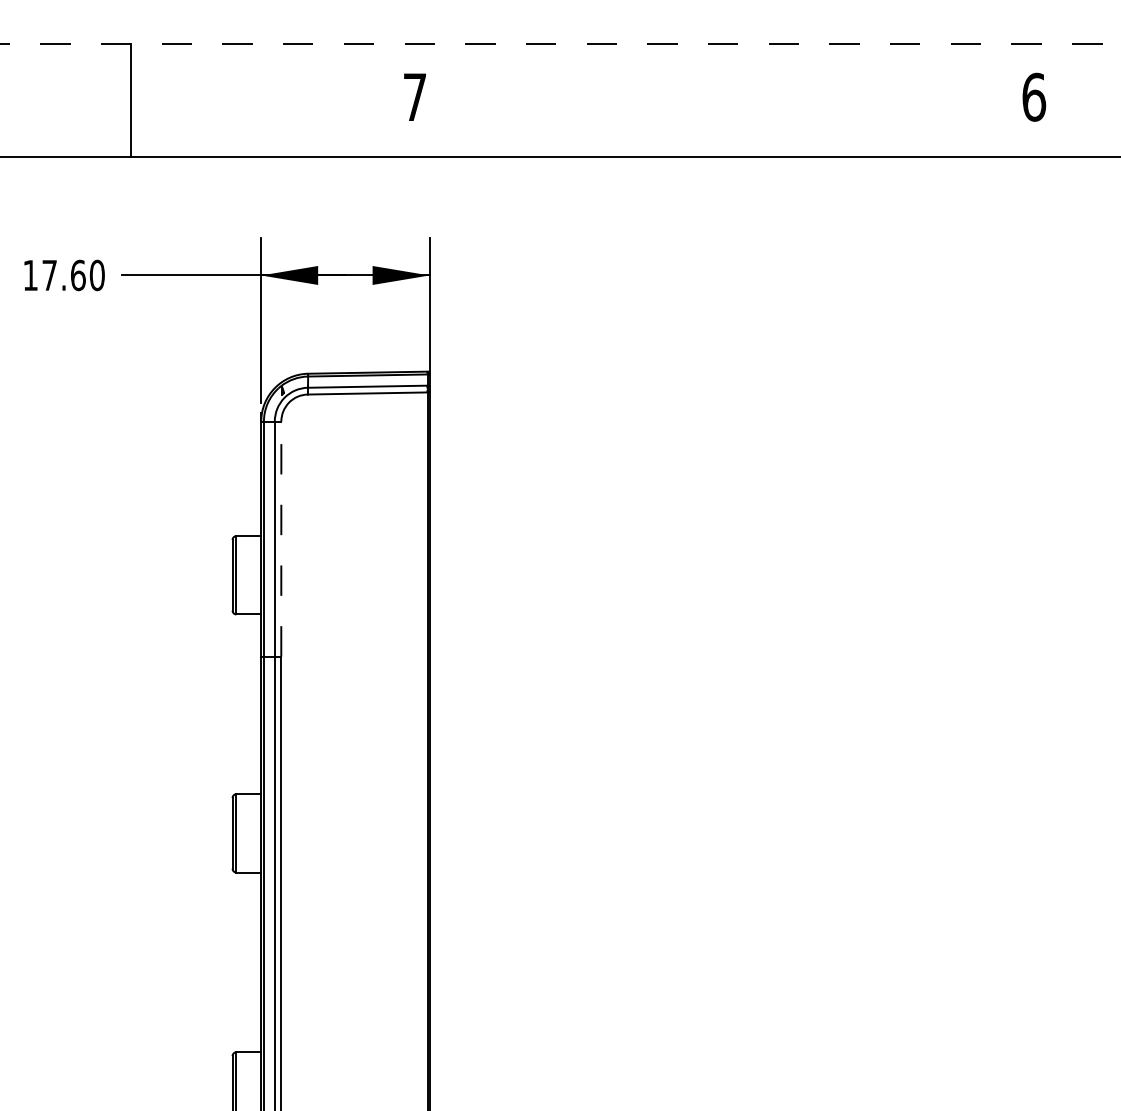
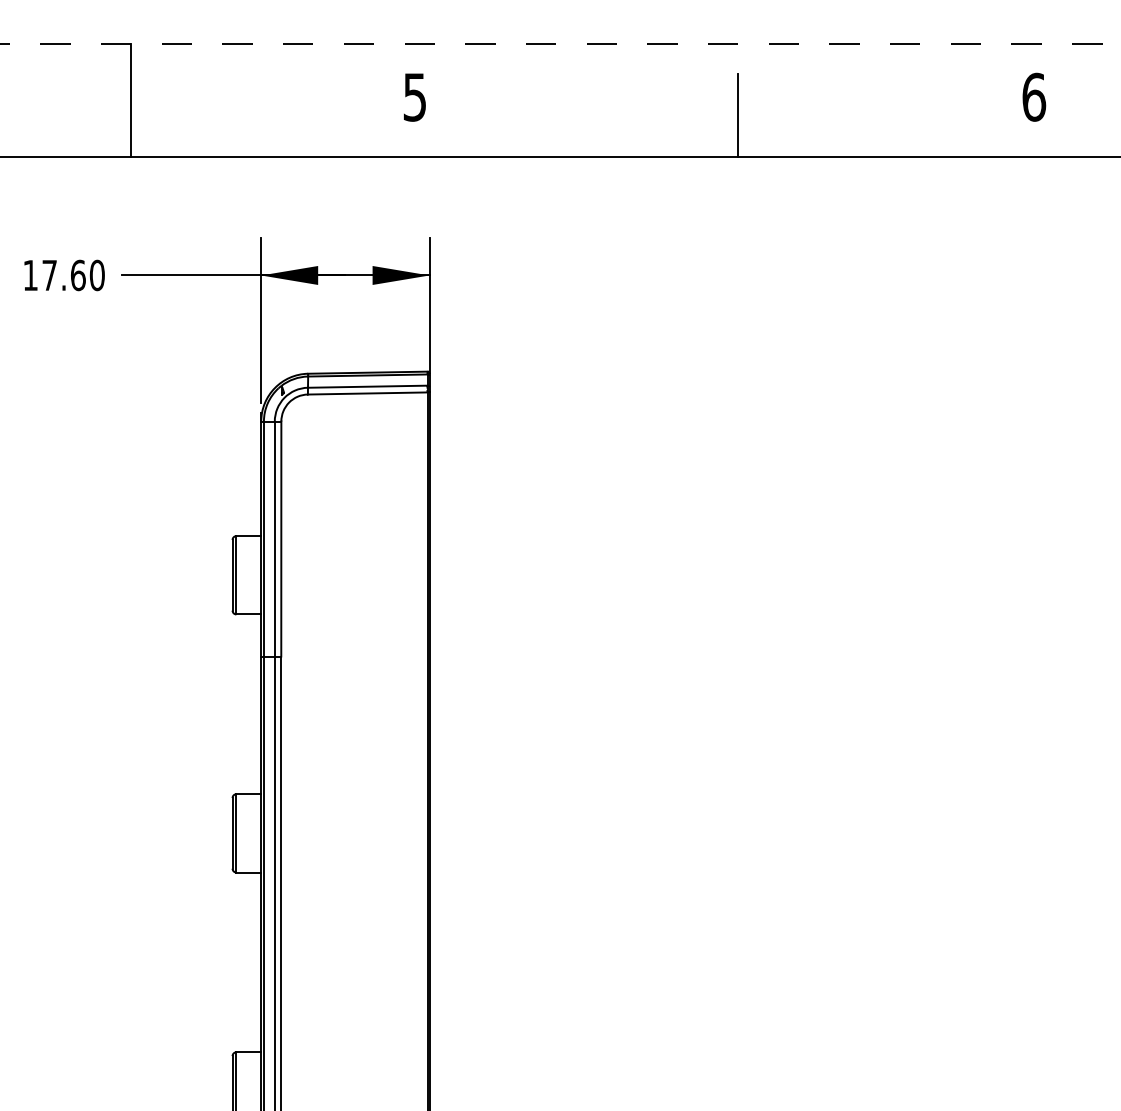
text at (414, 97): 7 -> 5
line at (738, 115): none -> present
line at (281, 538): dashed -> solid
